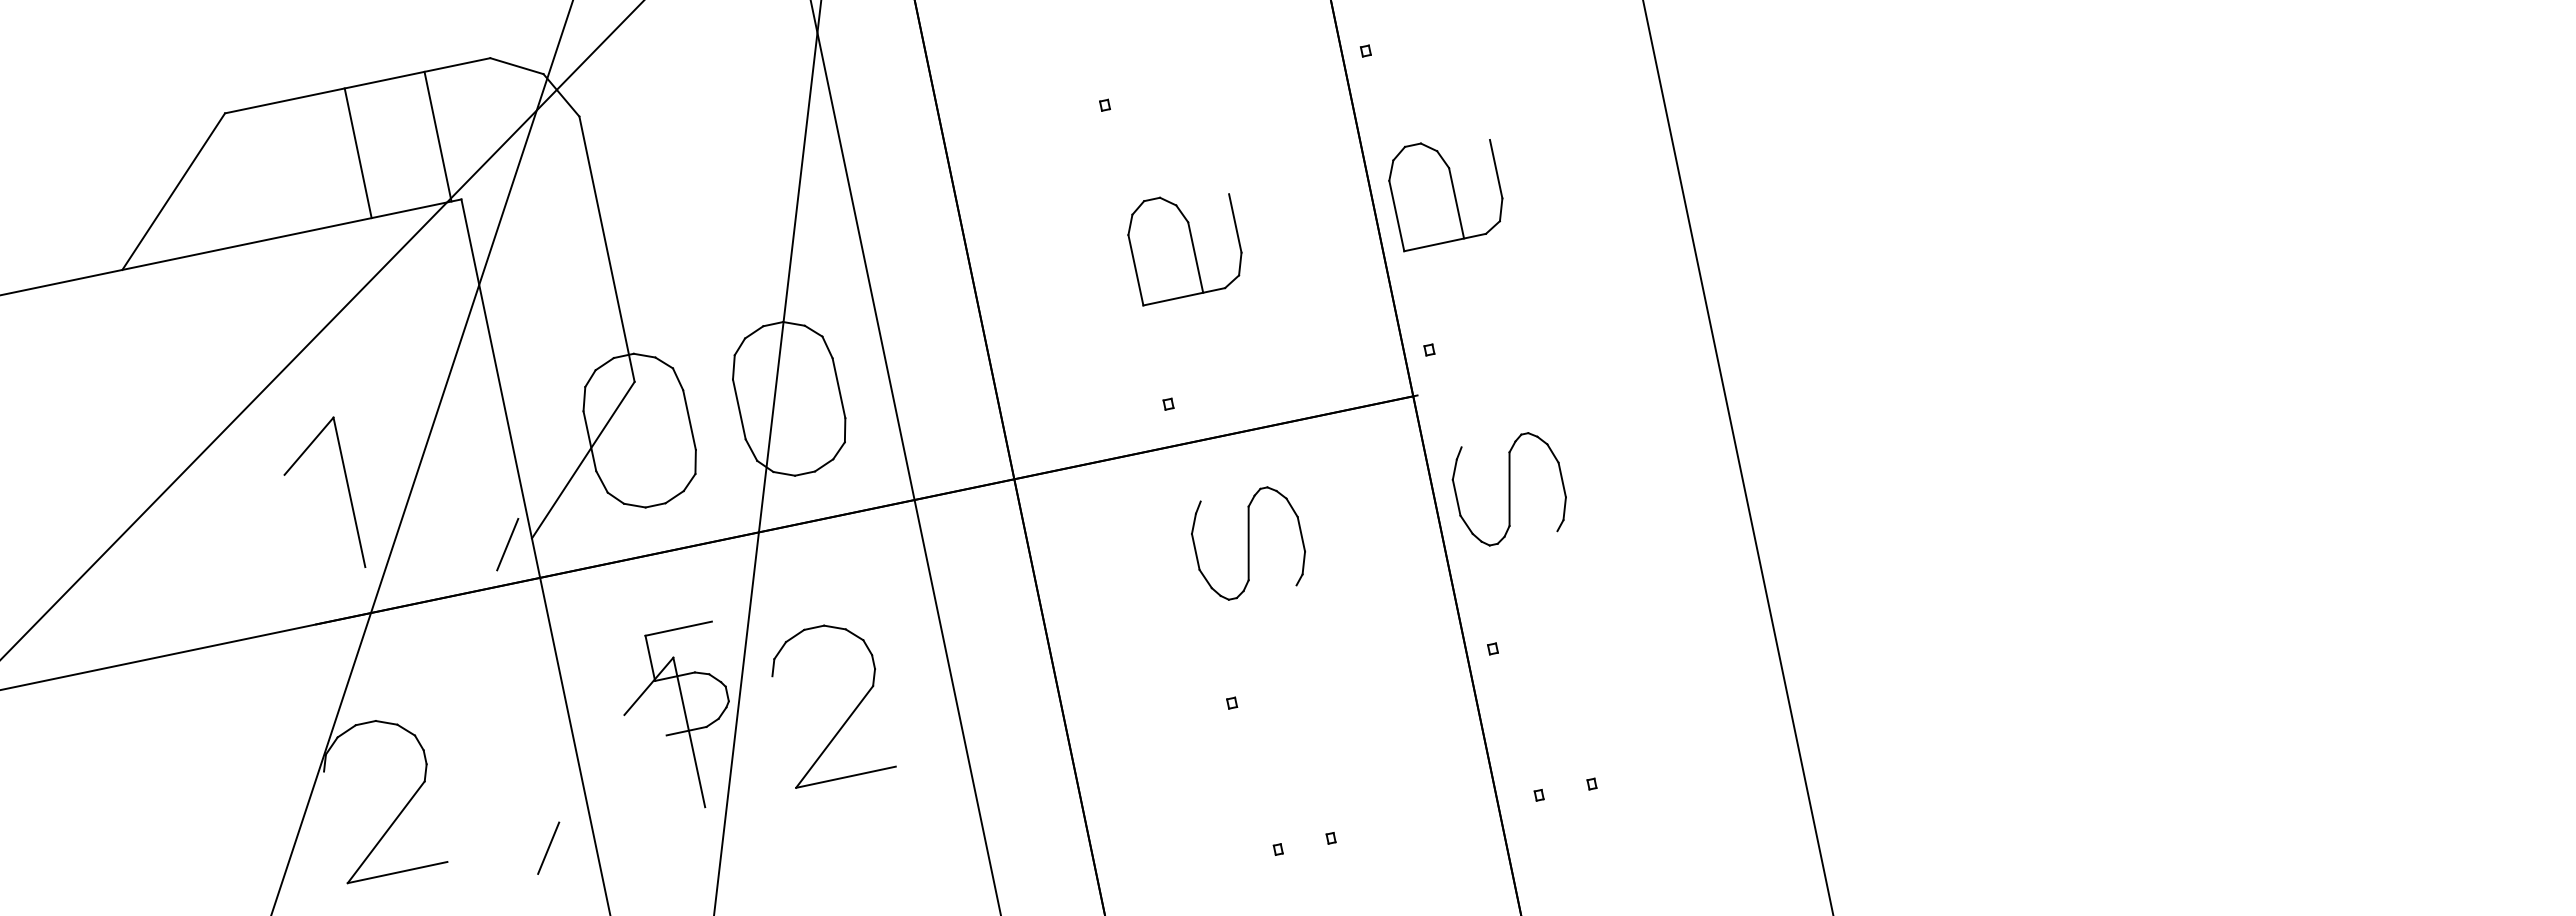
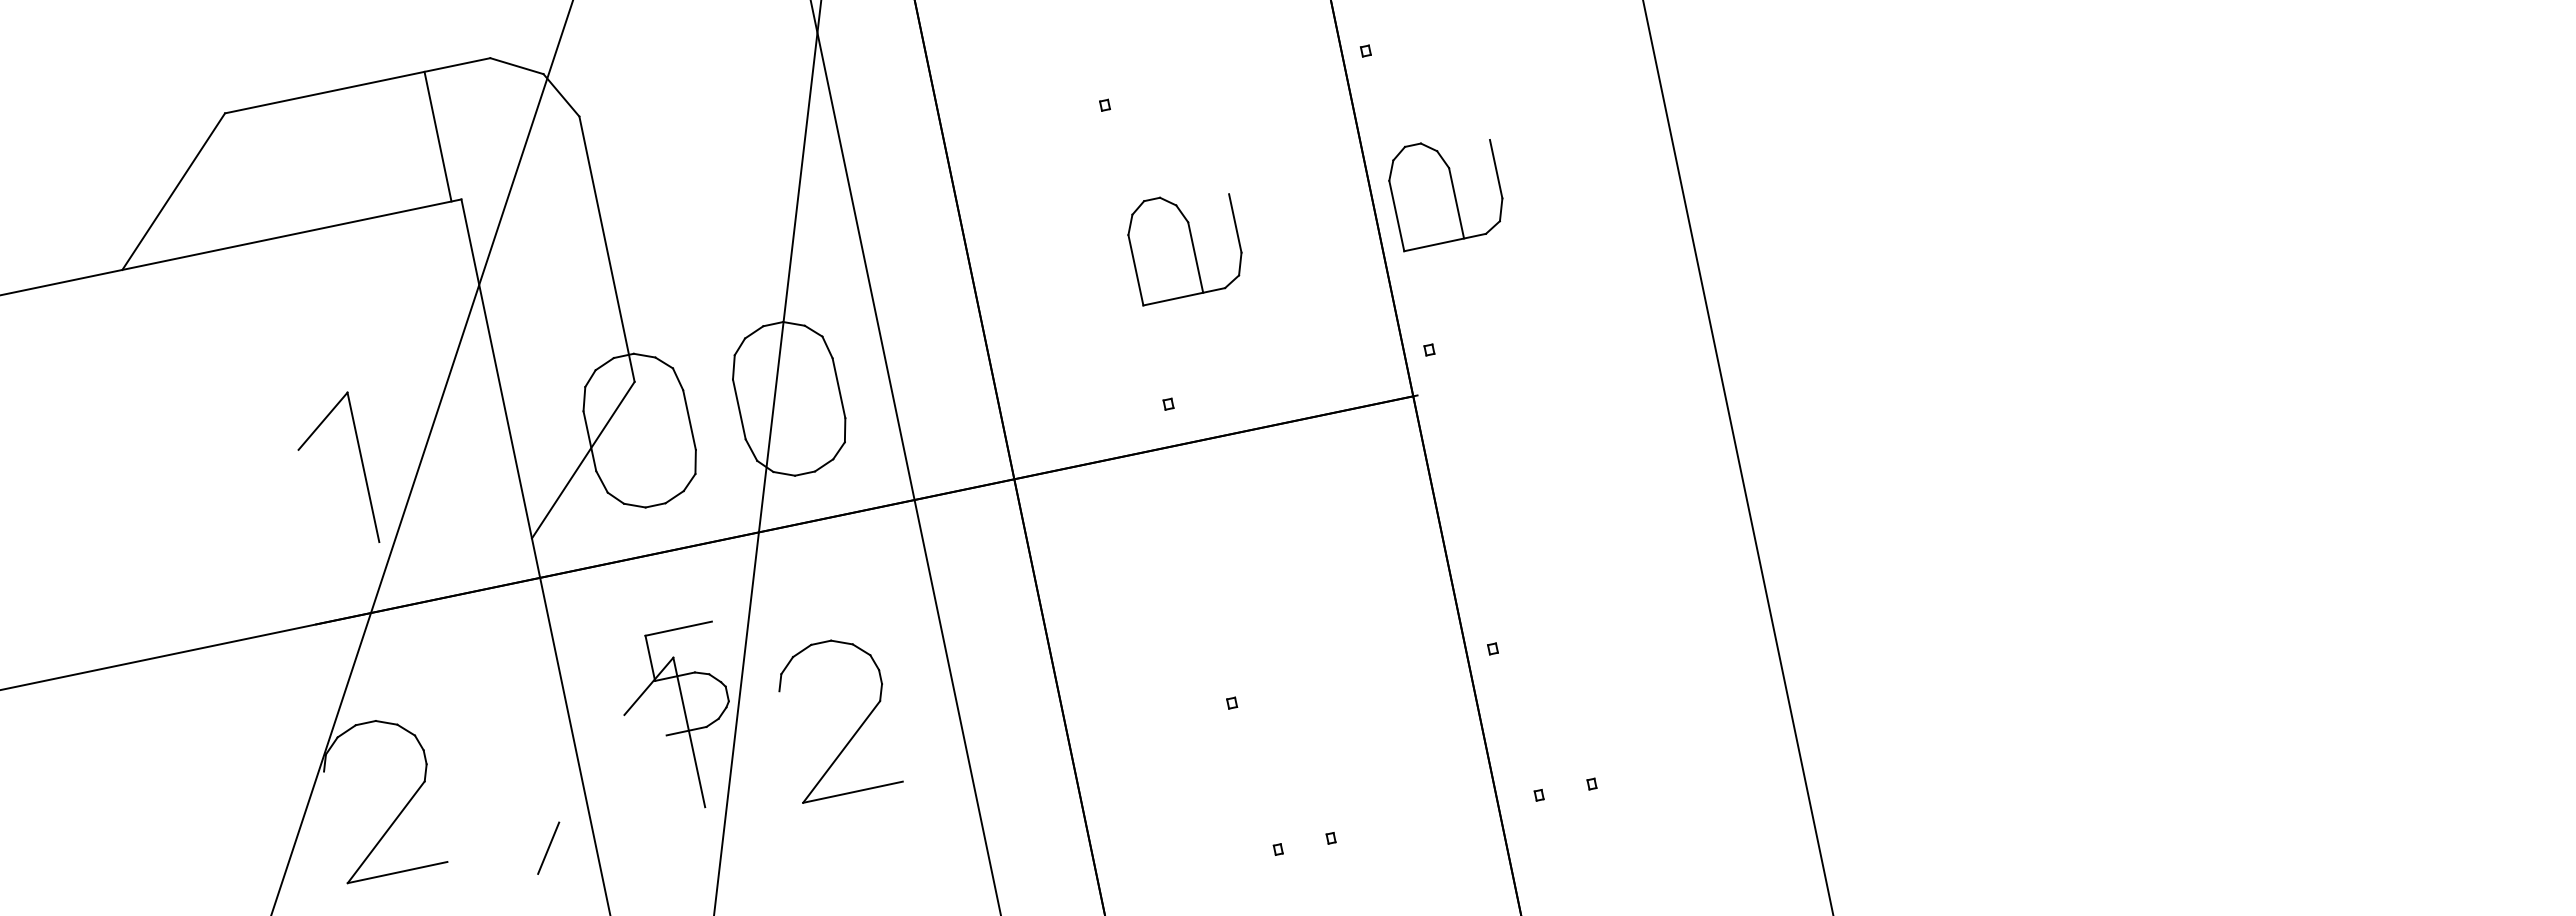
line at (357, 153): present -> none
line at (322, 330): present -> none
part at (346, 484) position: (346, 484) -> (360, 459)
part at (1508, 489): present -> none
part at (1248, 543): present -> none
line at (507, 544): present -> none
part at (848, 716) position: (848, 716) -> (855, 731)
